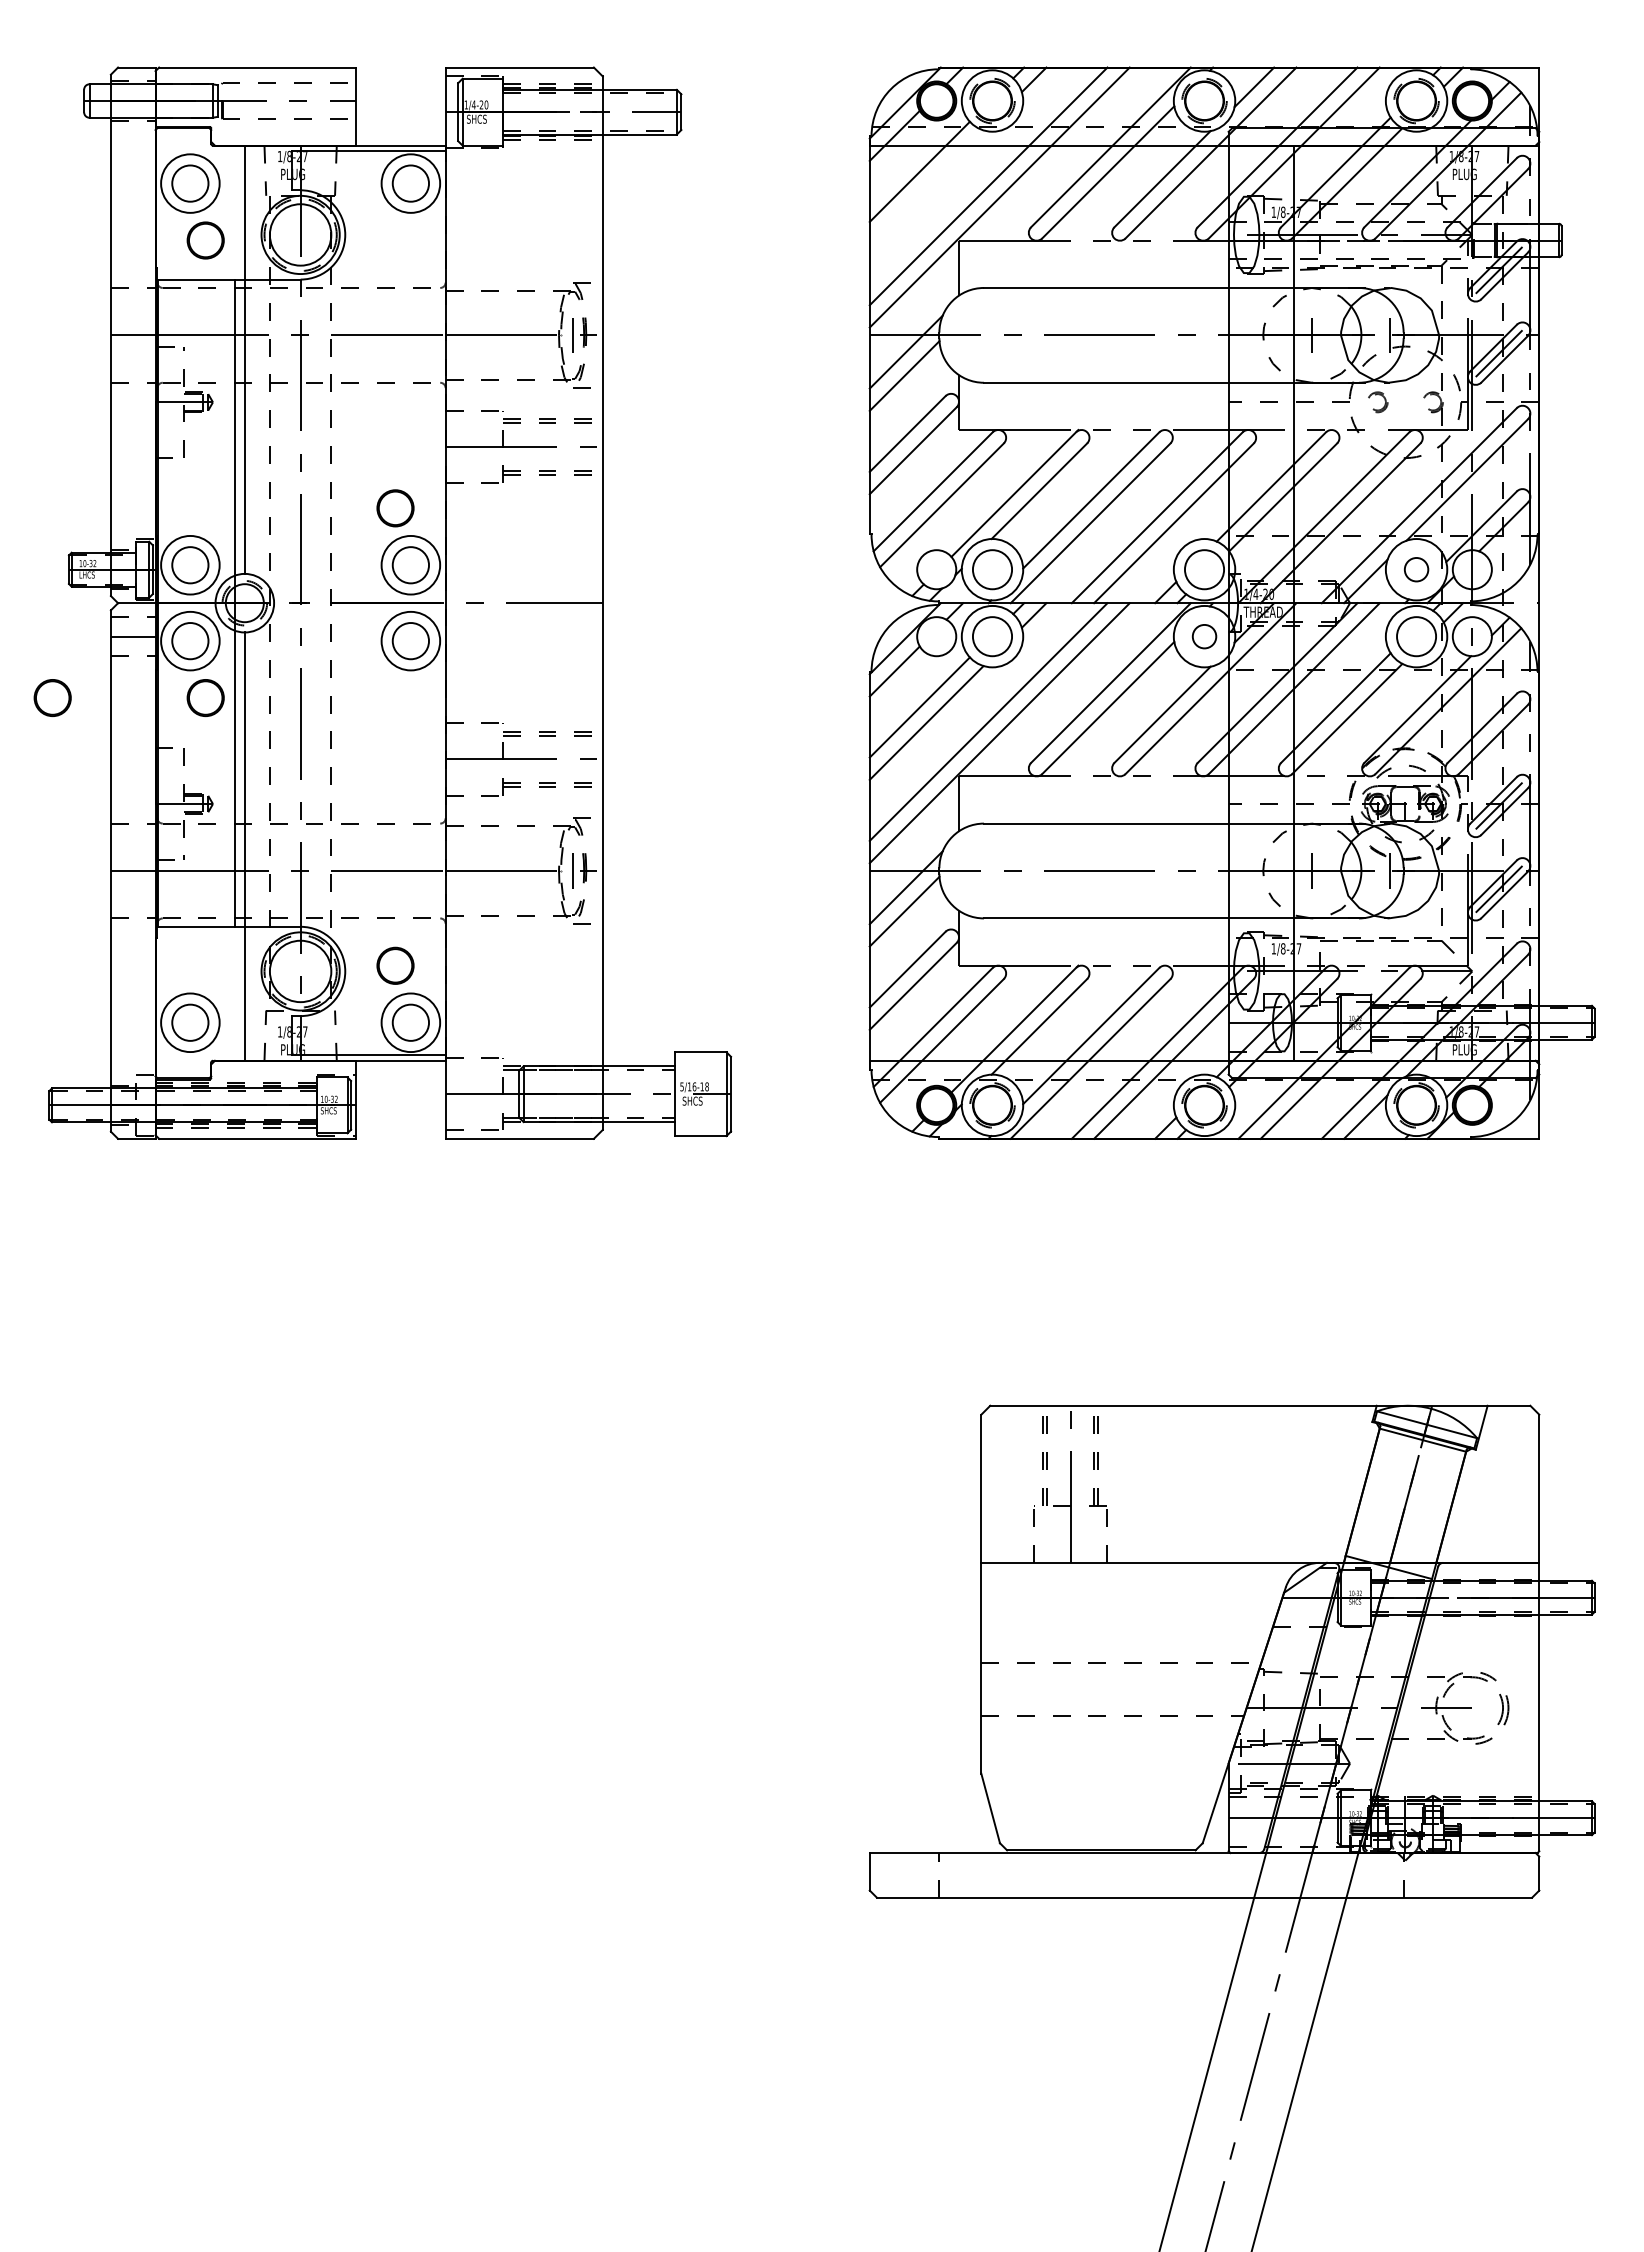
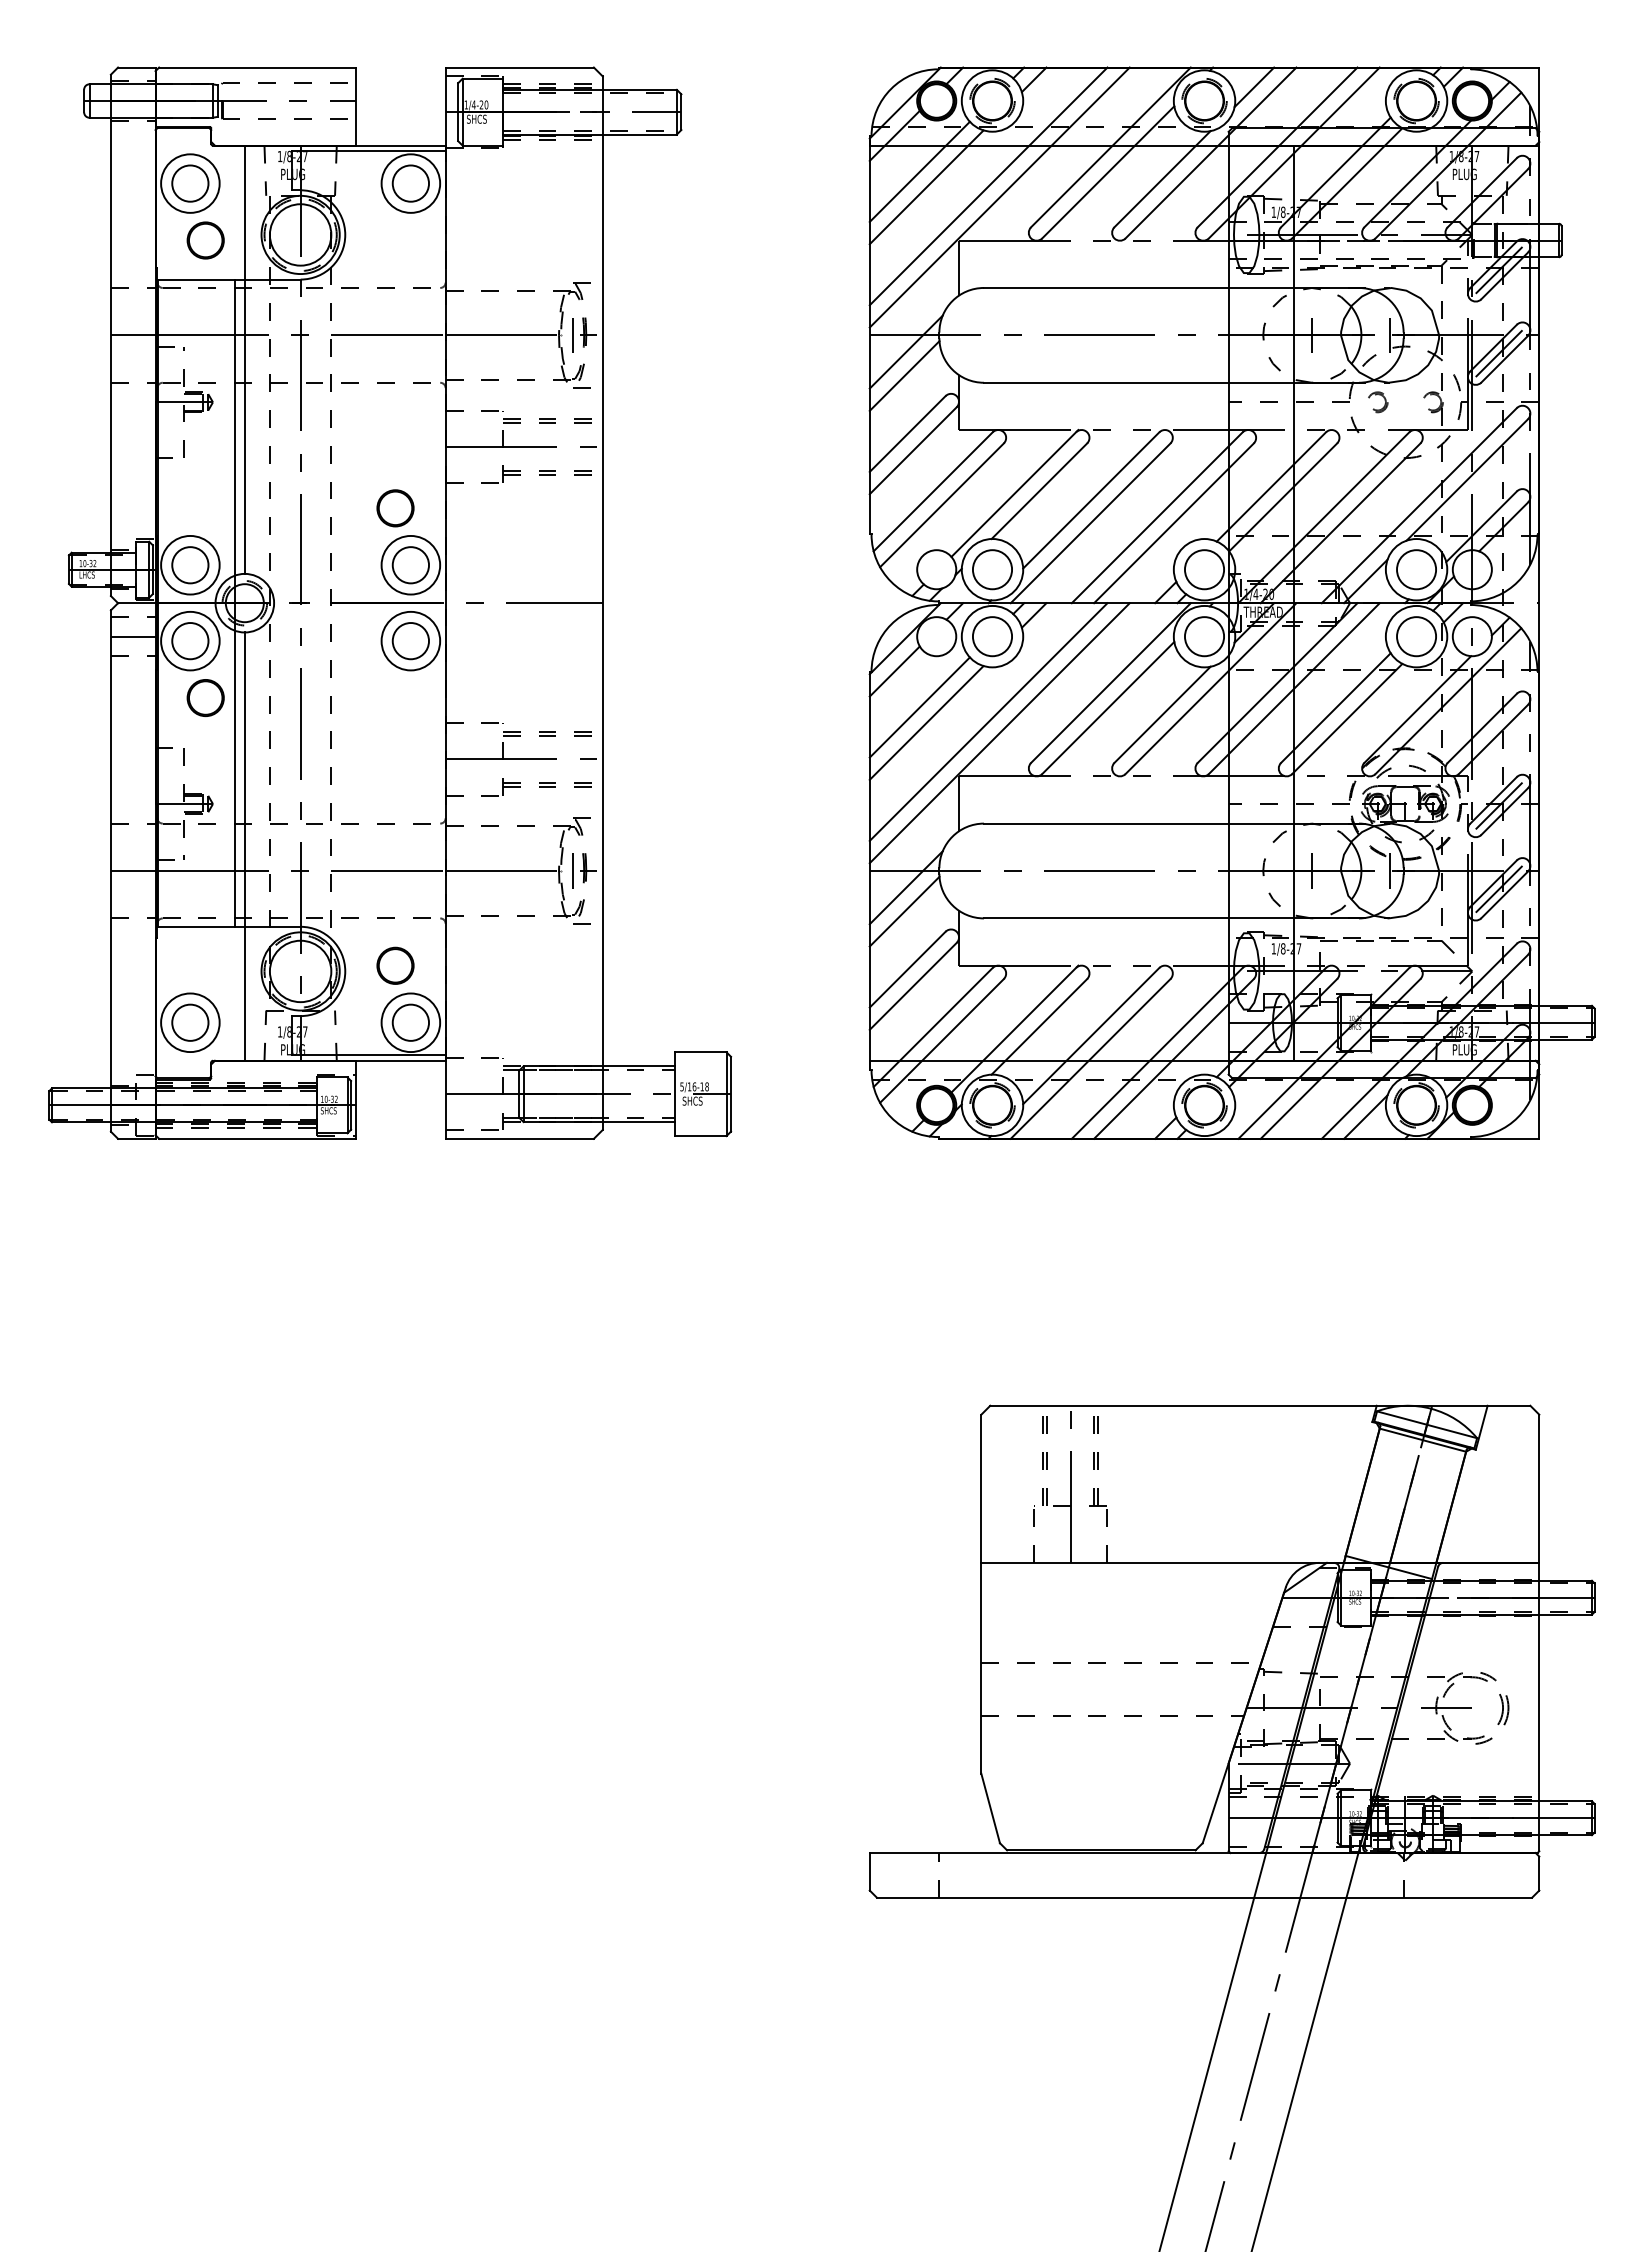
line at (926, 187): none -> present
circle at (1416, 569) diameter: 23 px -> 39 px
circle at (1204, 636) diameter: 23 px -> 39 px
circle at (52, 697): present -> none
